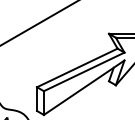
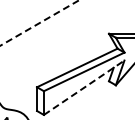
line at (40, 22): solid -> dashed
line at (84, 87): solid -> dashed
